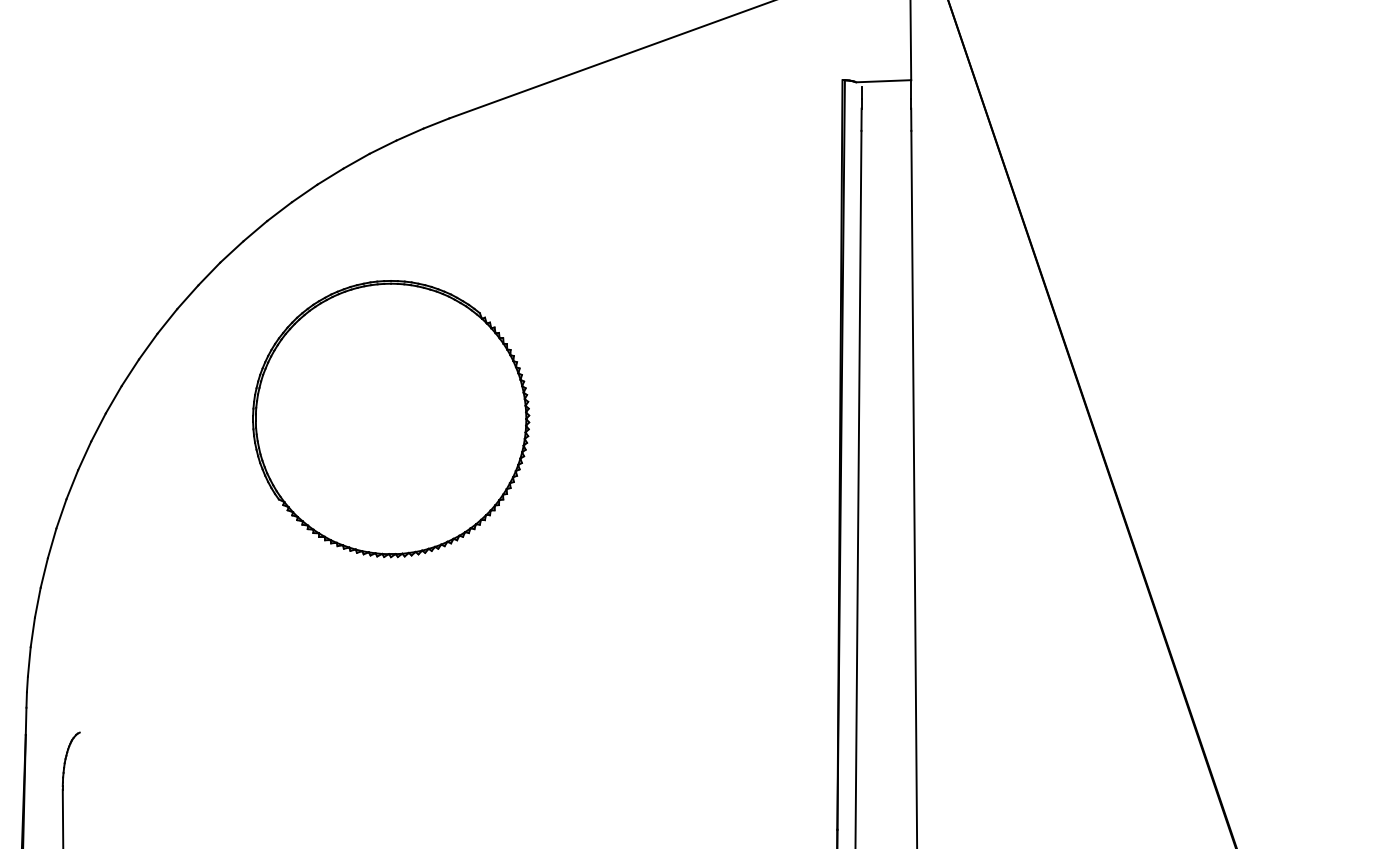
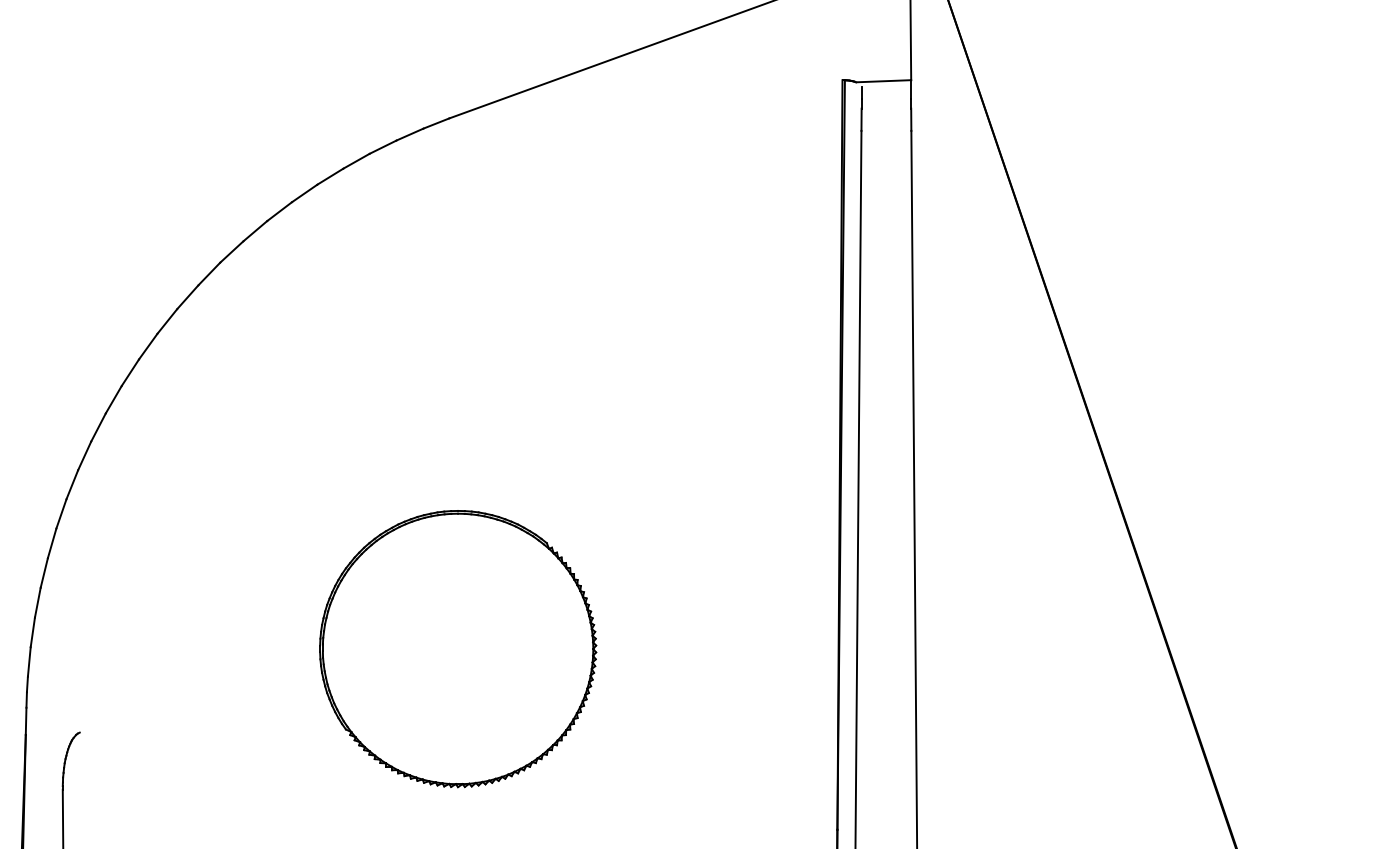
part at (391, 419) position: (391, 419) -> (458, 649)
